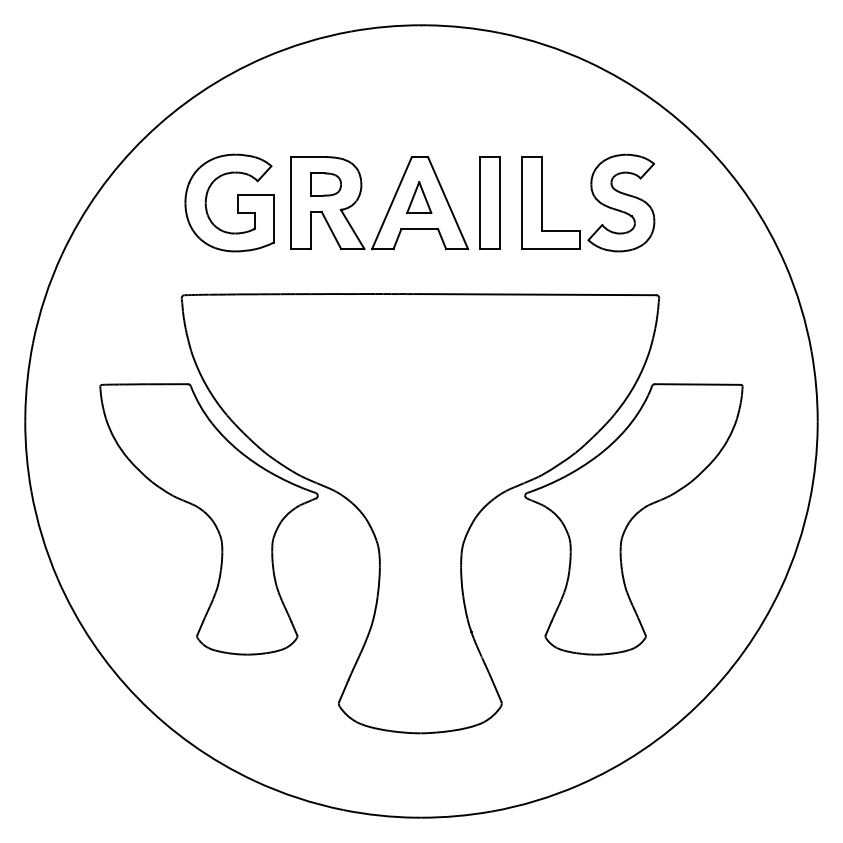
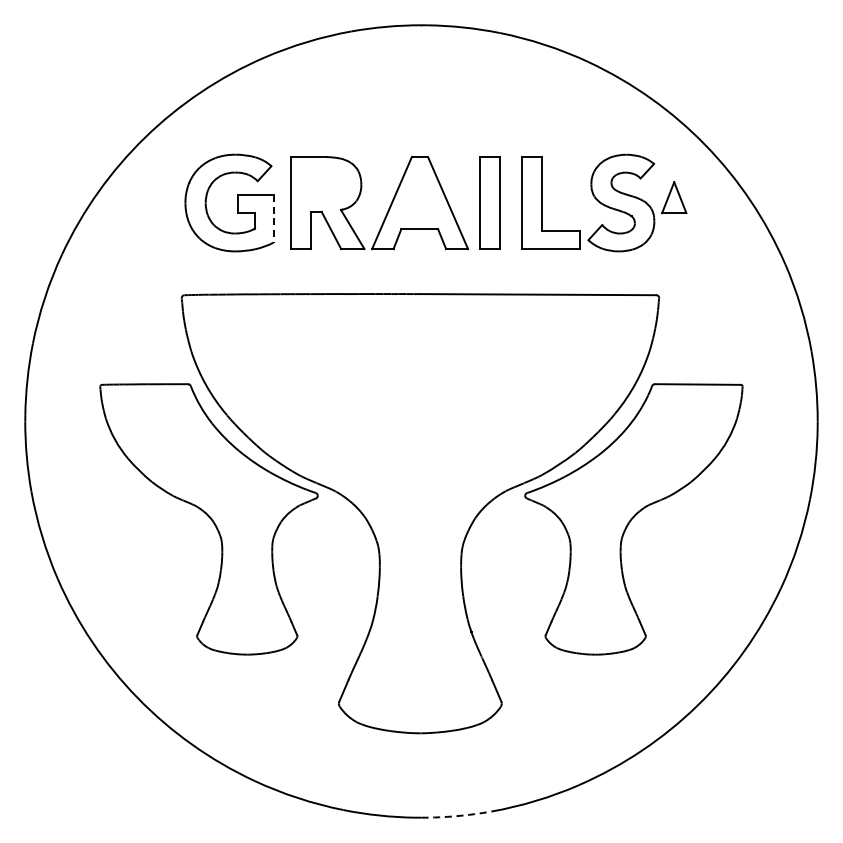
part at (325, 184): present -> none
part at (419, 197) position: (419, 197) -> (674, 197)
line at (273, 218): solid -> dashed
arc at (456, 816): solid -> dashed
